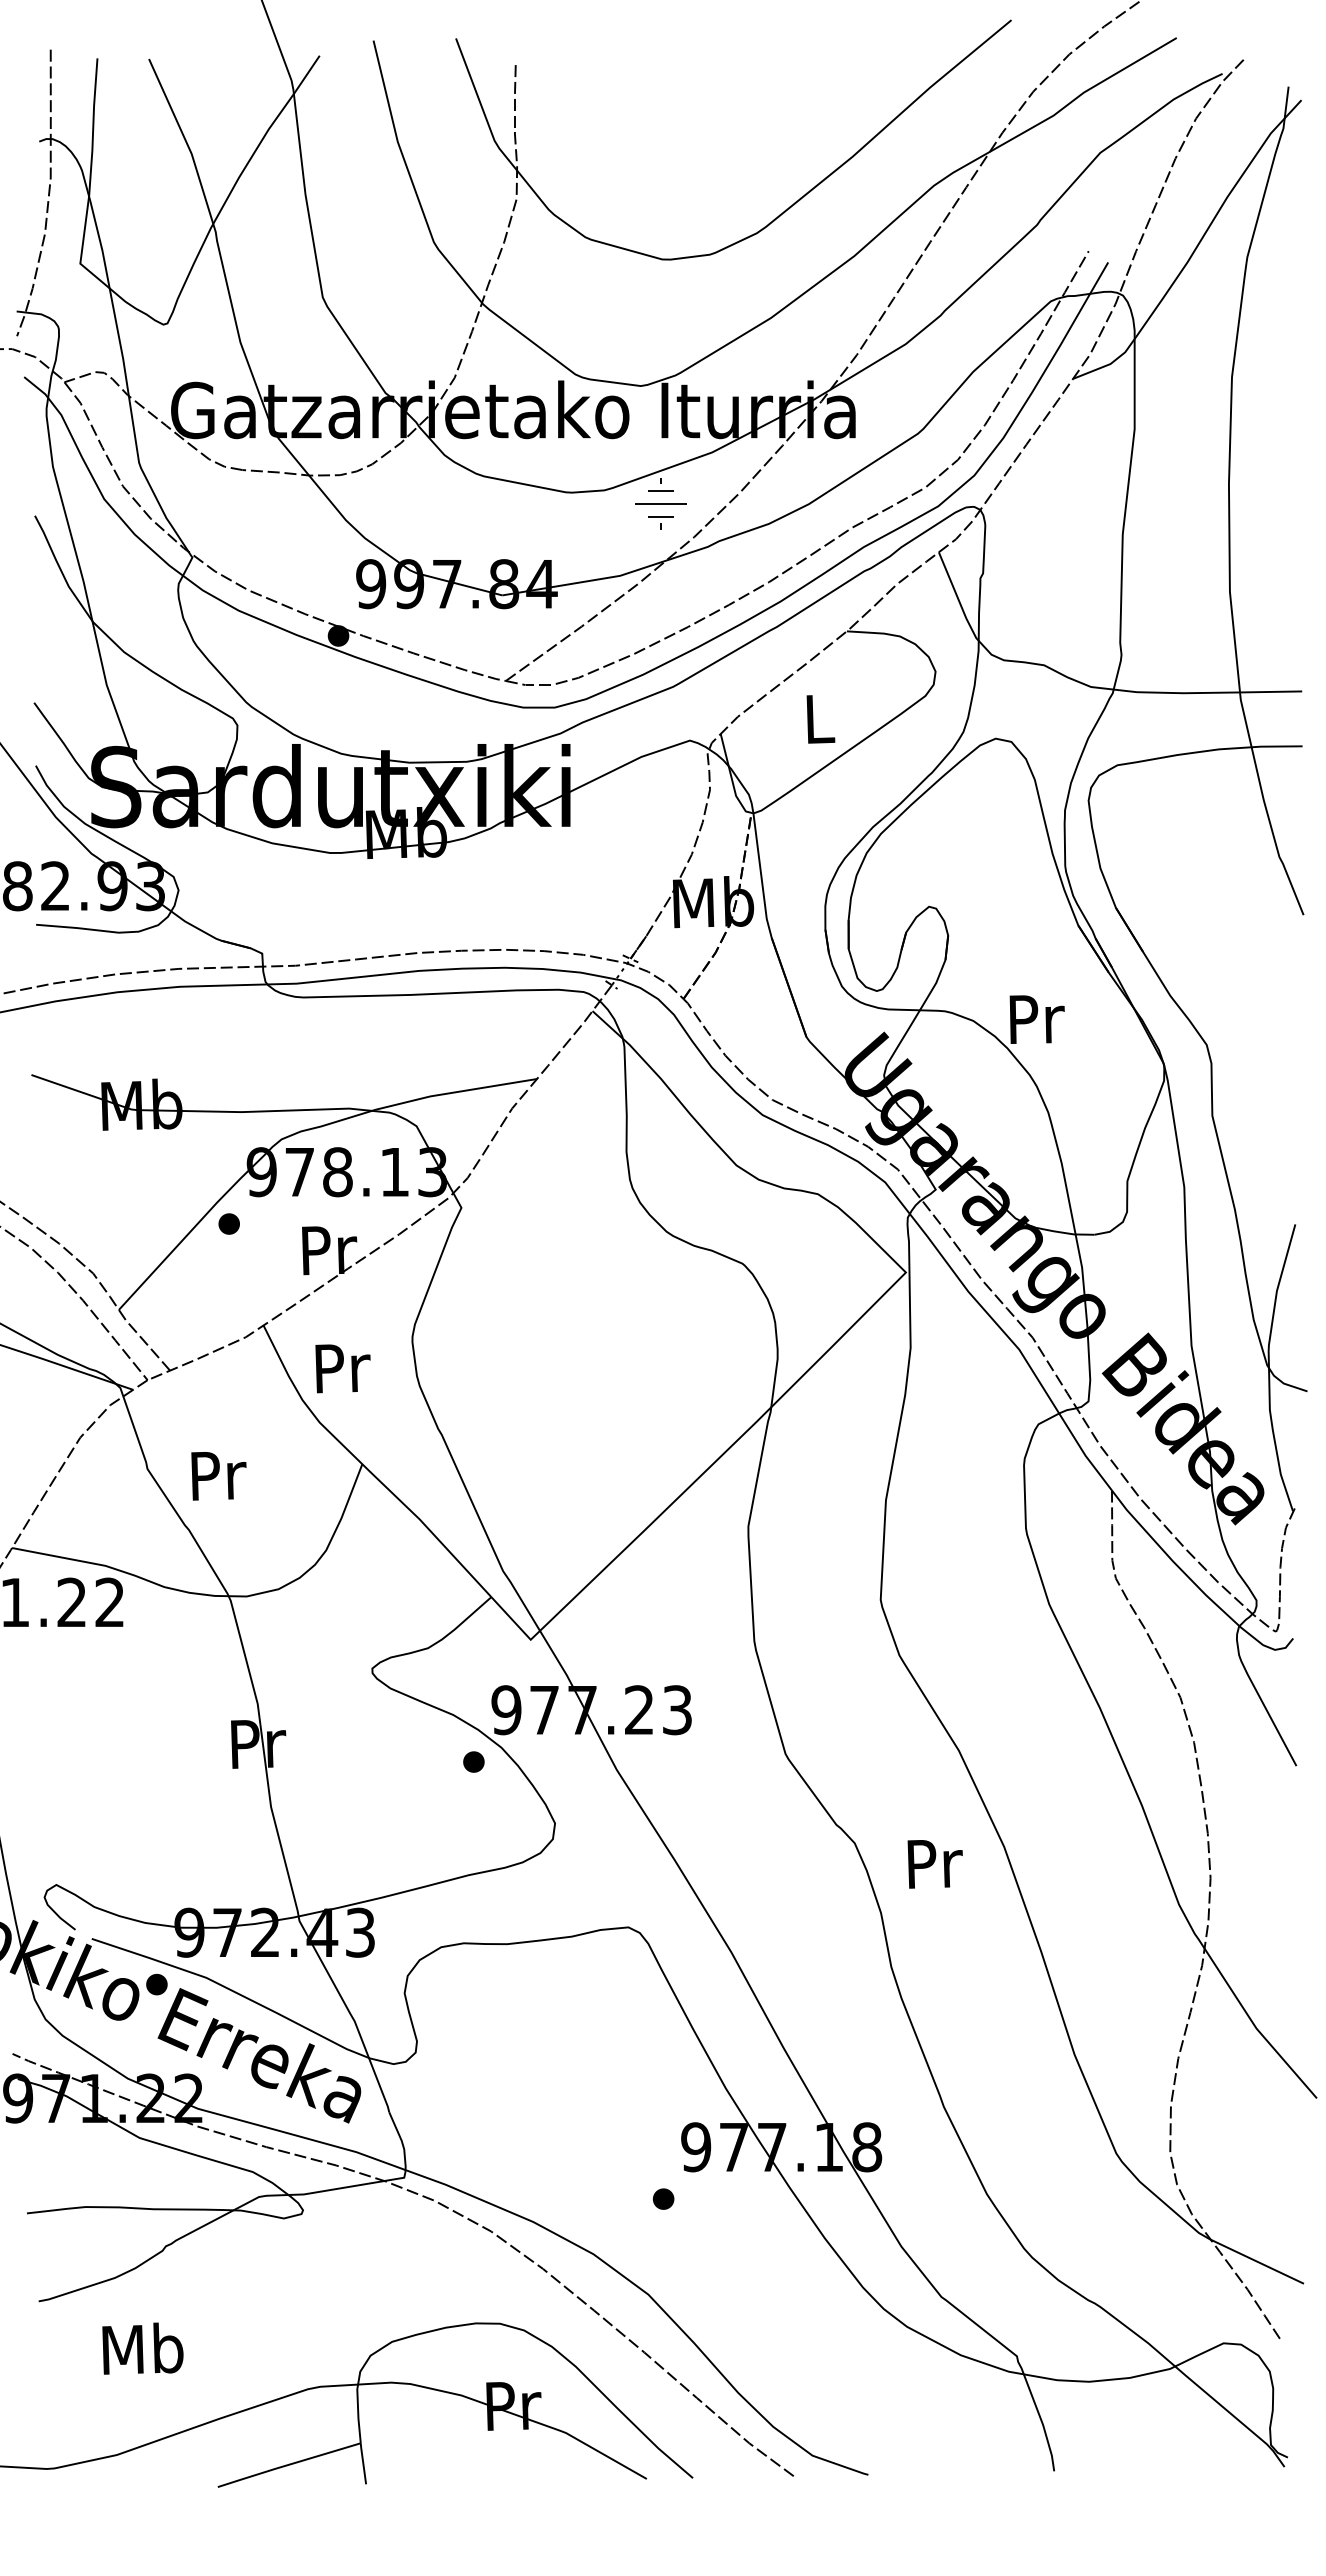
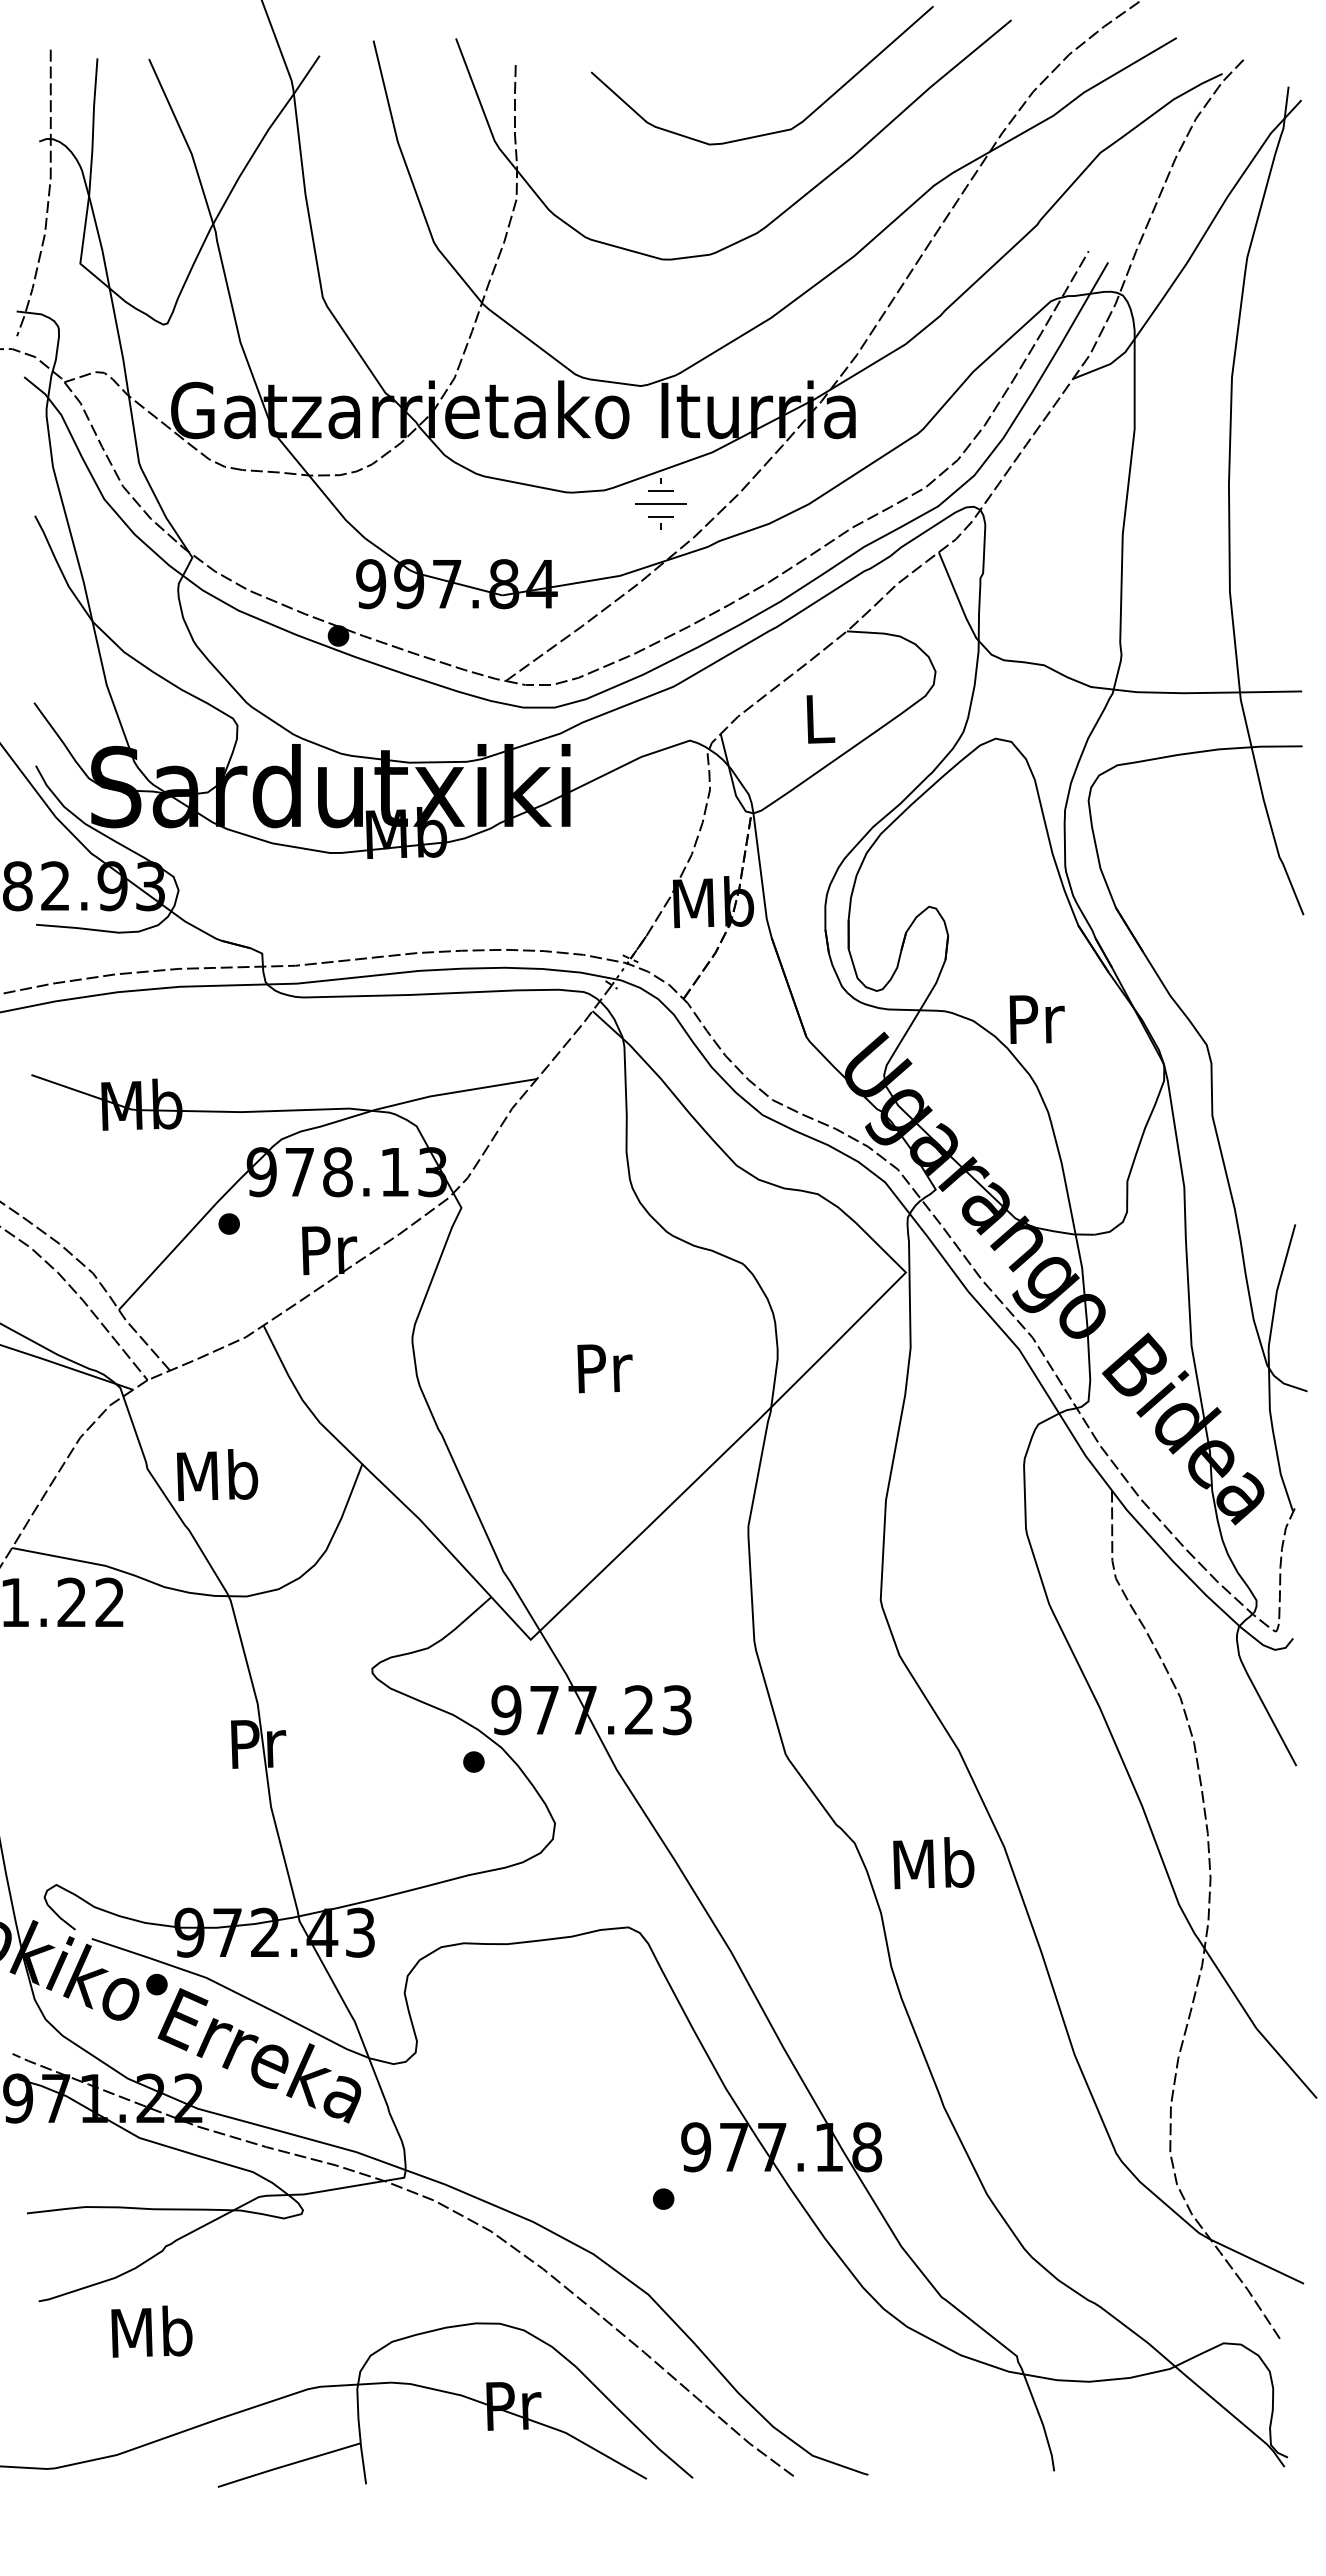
curve at (774, 131): none -> present
text at (342, 1368) position: (342, 1368) -> (604, 1368)
text at (217, 1475): Pr -> Mb
text at (933, 1863): Pr -> Mb
text at (142, 2348) position: (142, 2348) -> (151, 2331)
